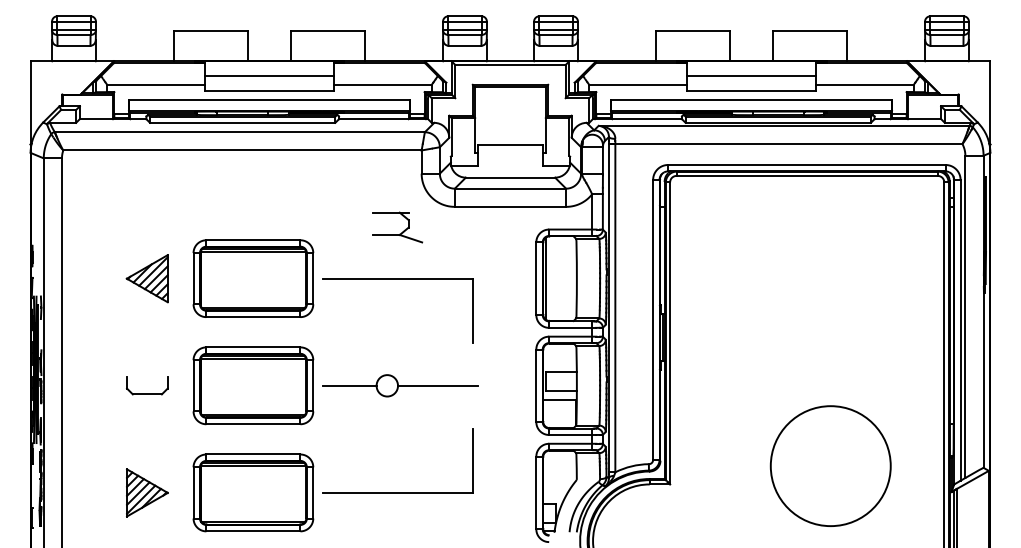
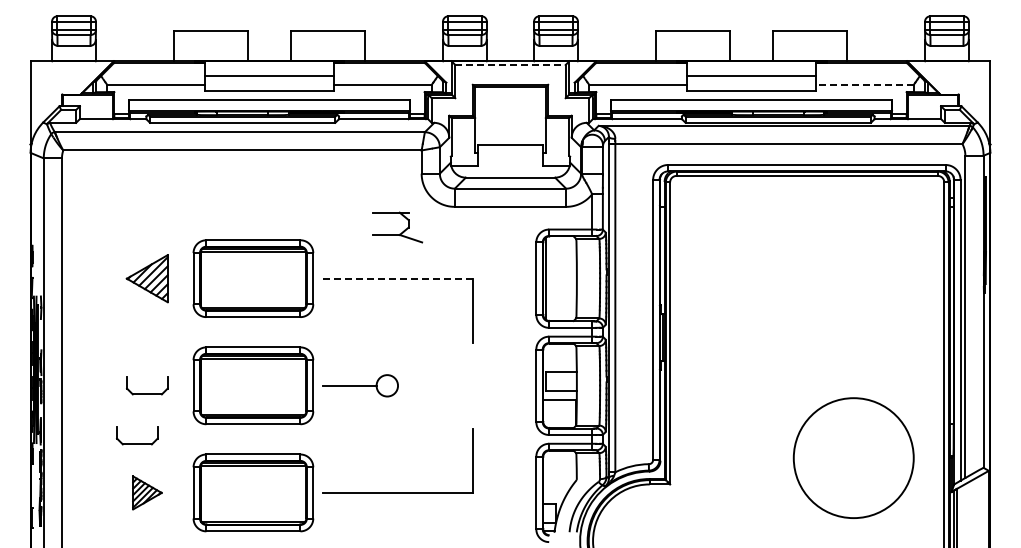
line at (510, 65): solid -> dashed
line at (864, 84): solid -> dashed
line at (398, 278): solid -> dashed
line at (438, 385): present -> none
part at (137, 443): none -> present
circle at (830, 465) position: (830, 465) -> (853, 457)
part at (147, 492) size: 43x50 px -> 31x36 px
